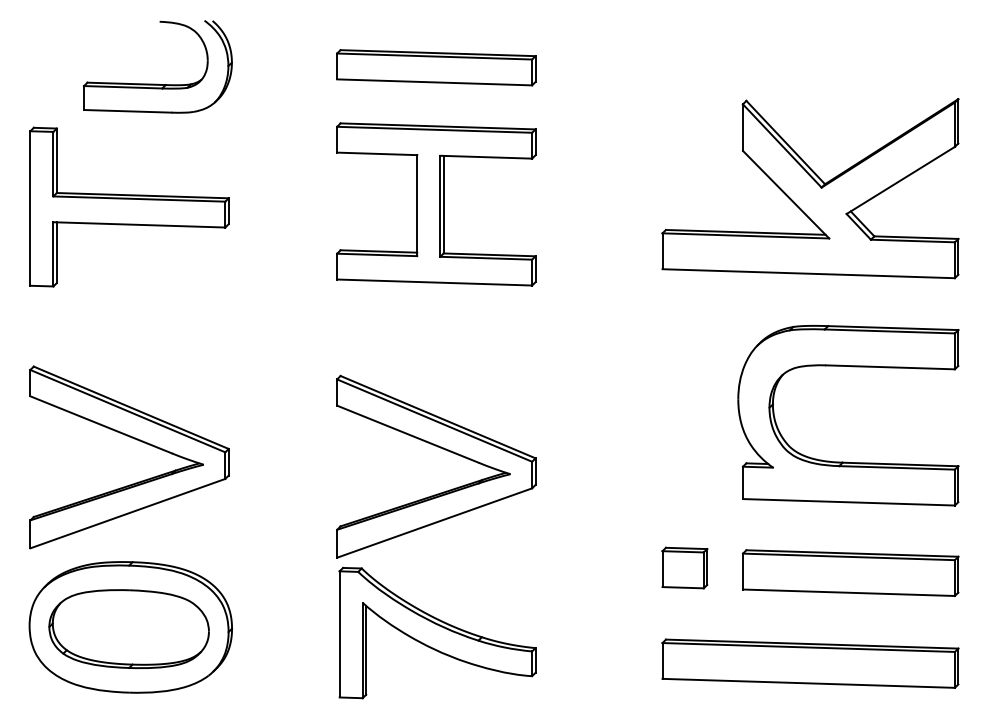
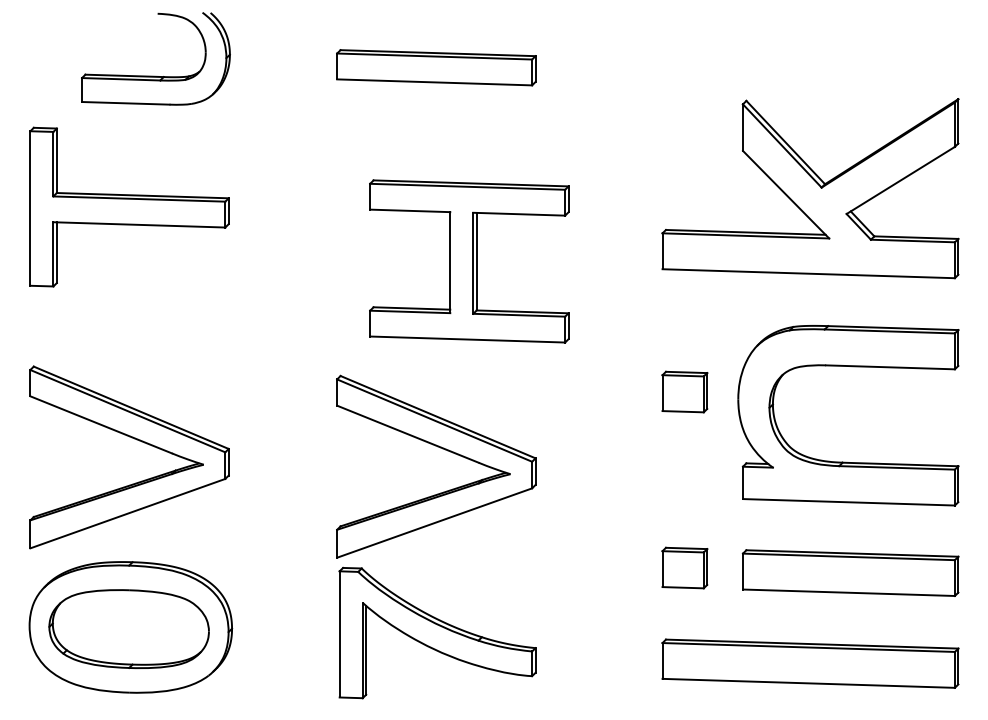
part at (157, 83) position: (157, 83) -> (155, 75)
part at (436, 204) position: (436, 204) -> (469, 261)
part at (684, 391): none -> present
